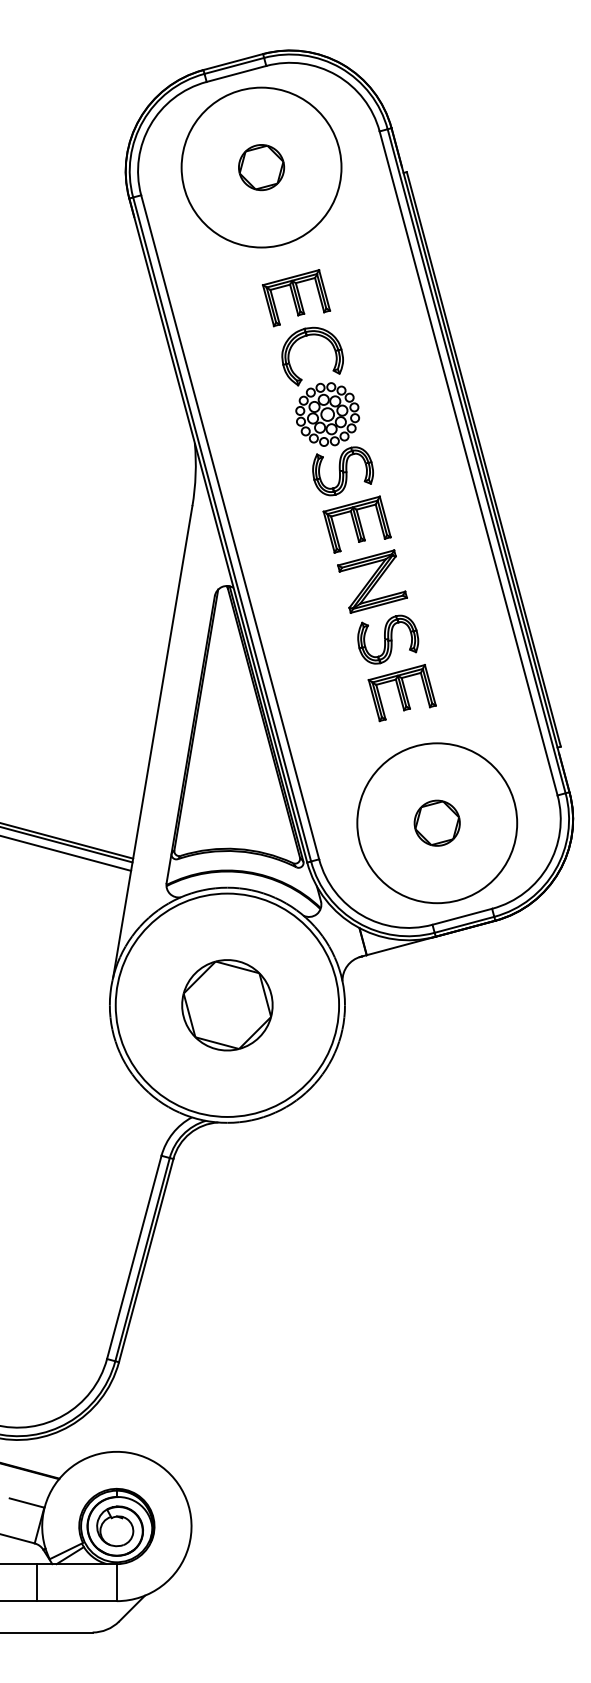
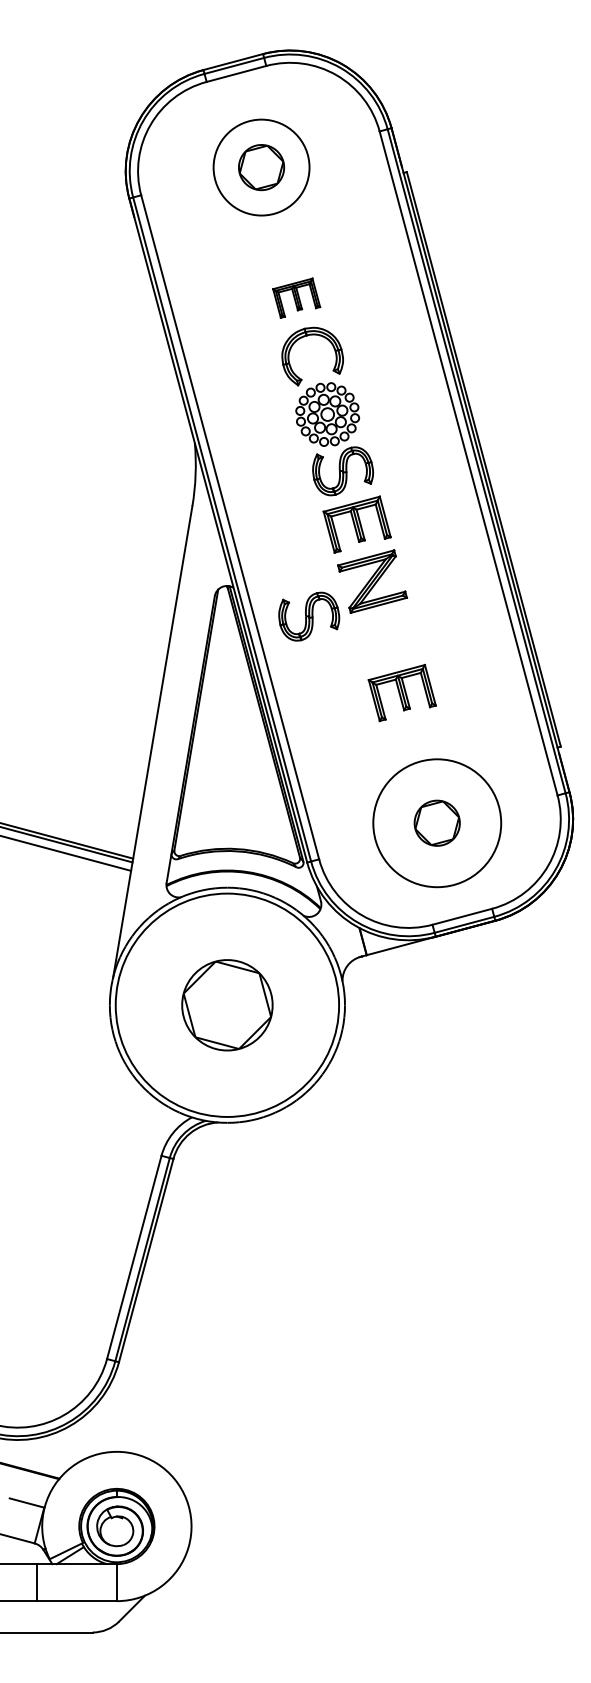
circle at (261, 167) diameter: 160 px -> 96 px
part at (296, 298) size: 70x59 px -> 50x42 px
part at (388, 639) position: (388, 639) -> (309, 616)
circle at (437, 823) diameter: 160 px -> 128 px
